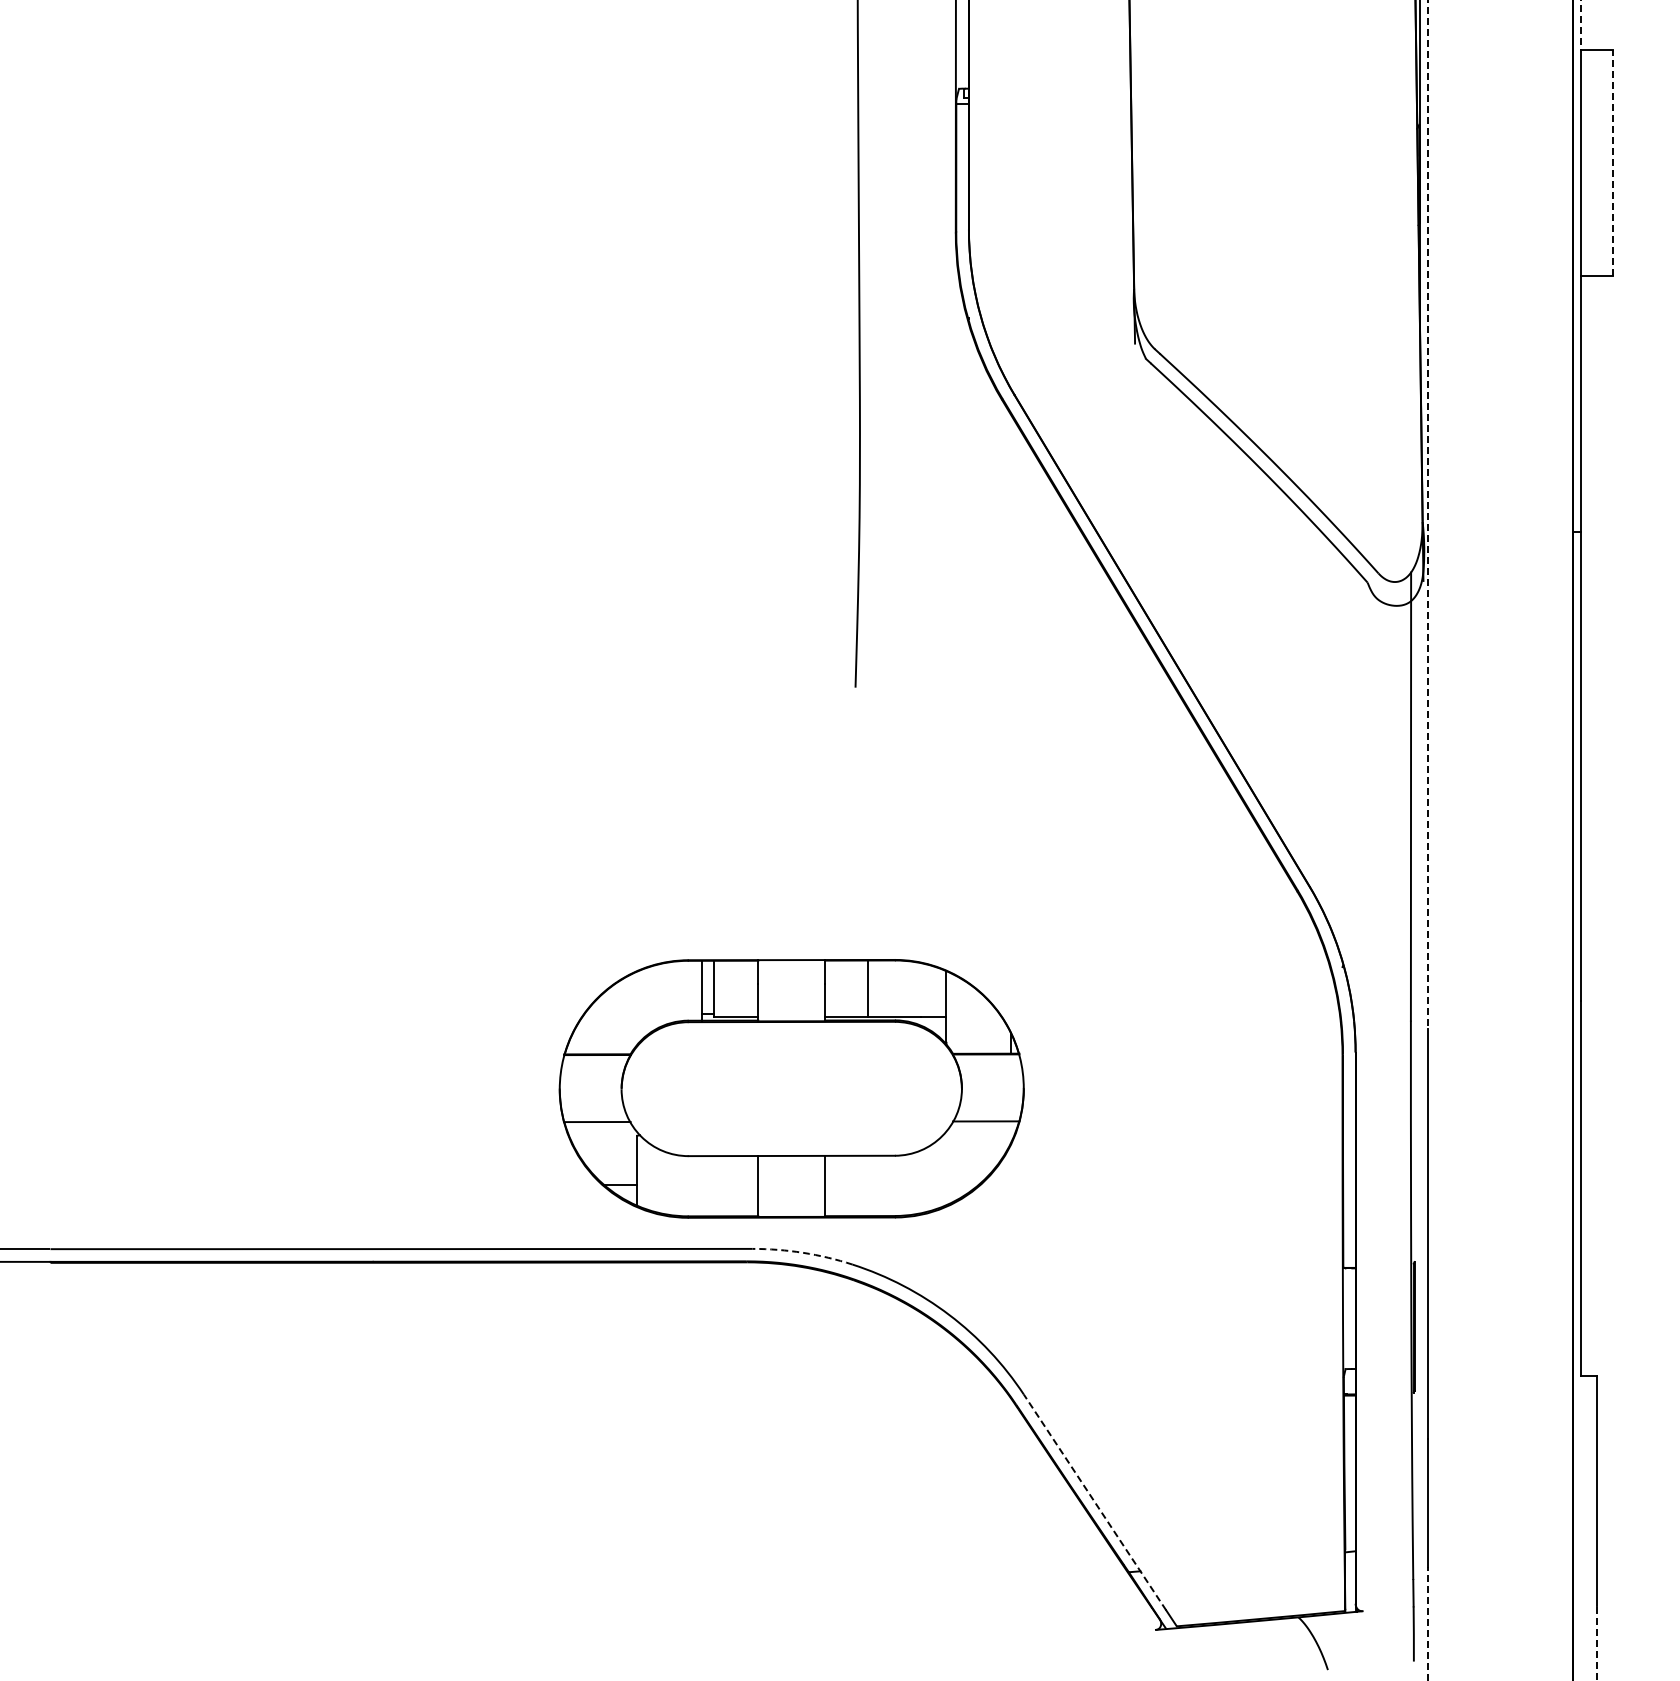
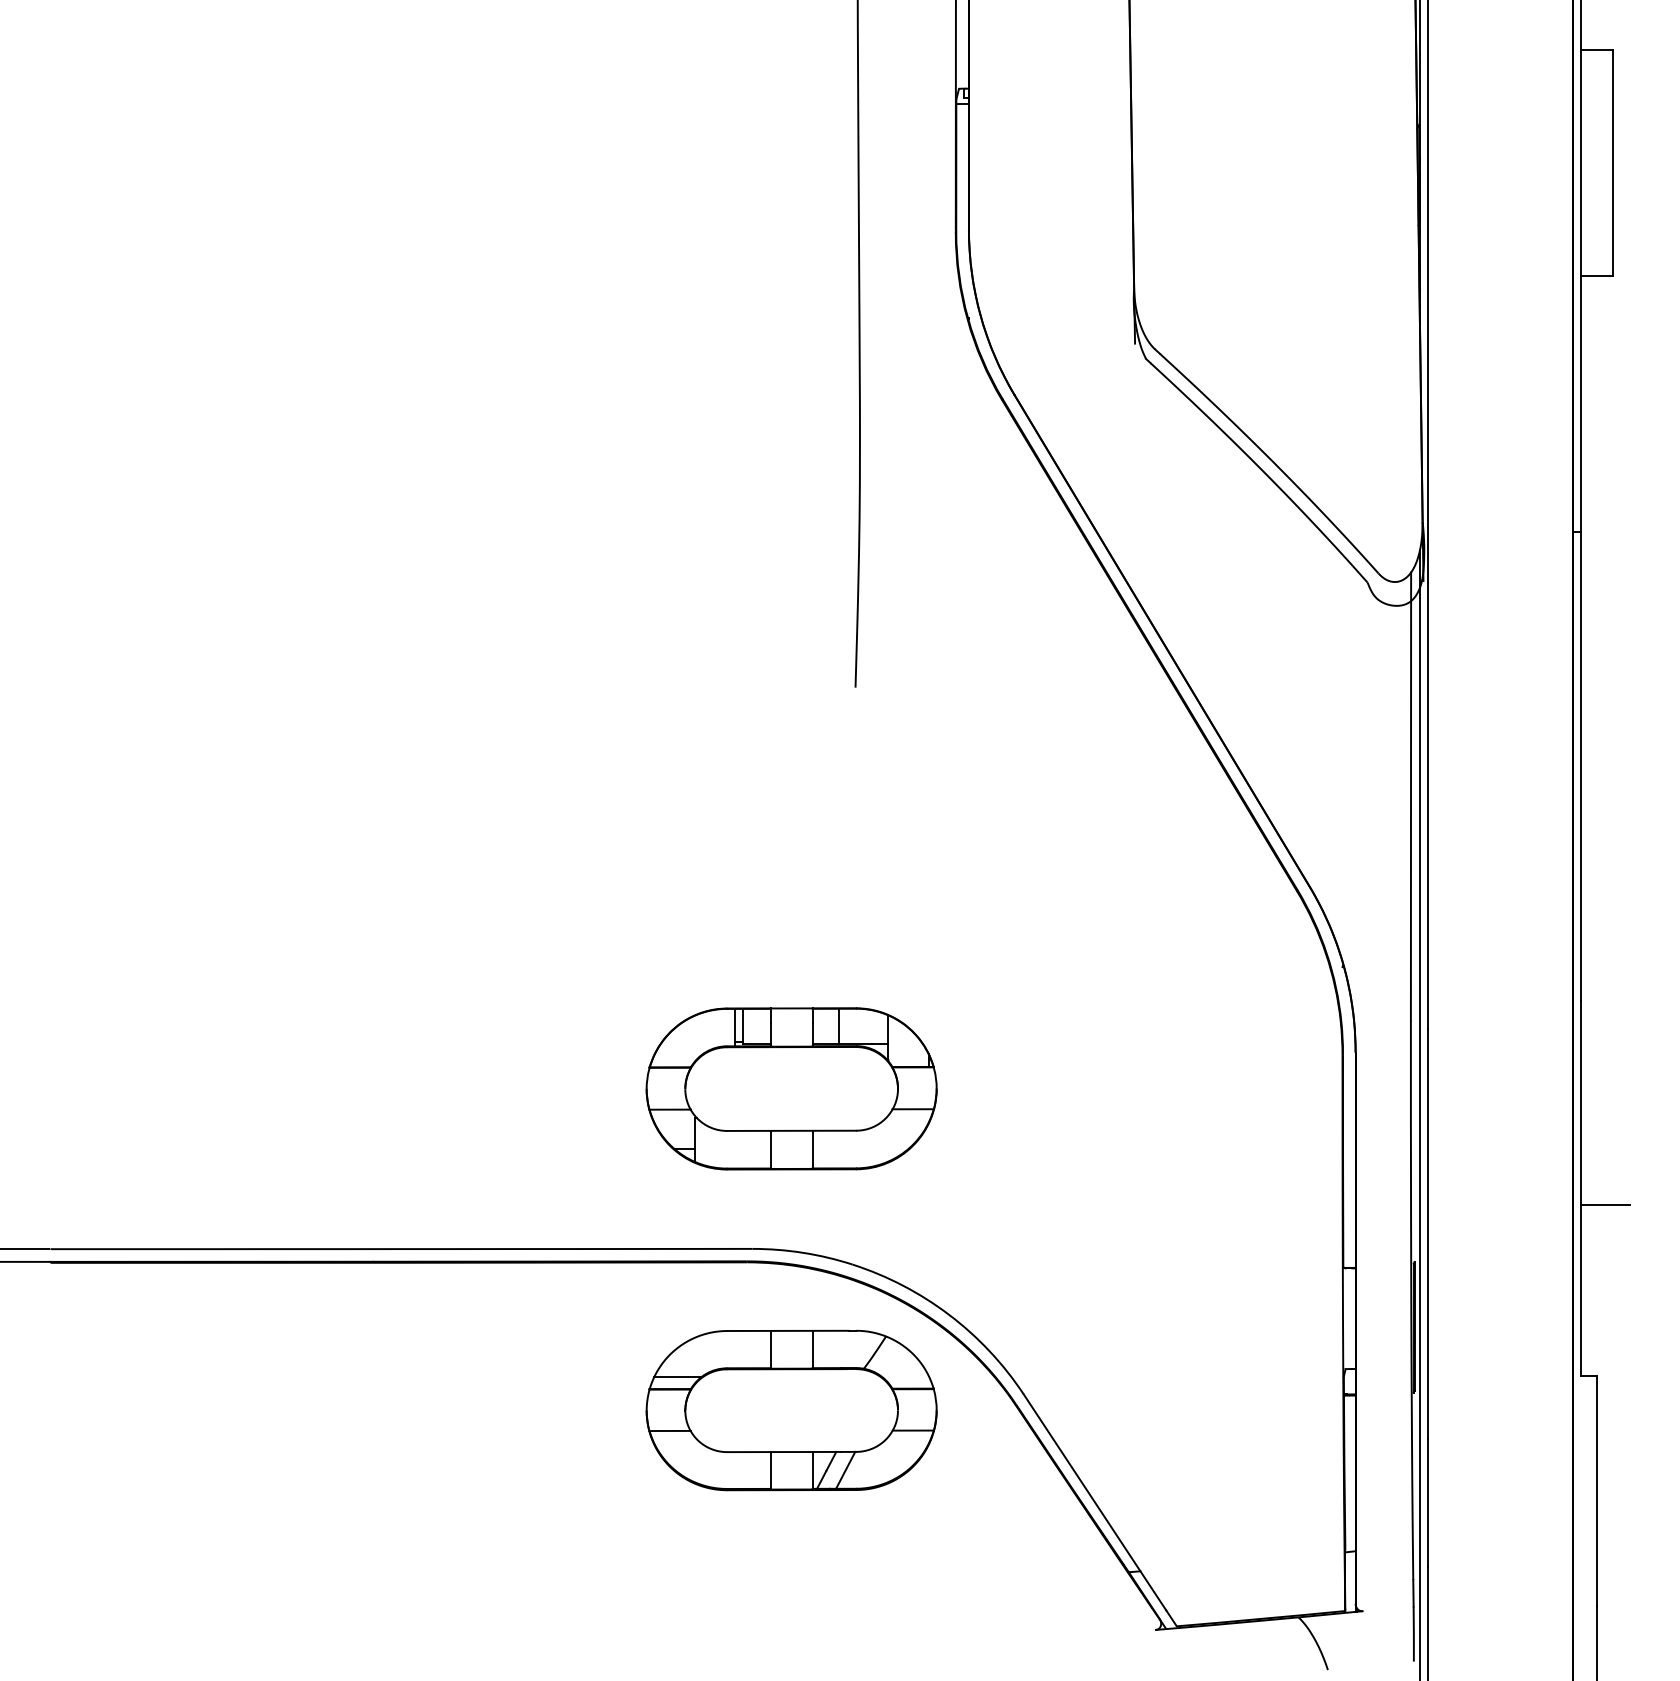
line at (1581, 25): dashed -> solid
line at (1613, 163): dashed -> solid
line at (1428, 514): dashed -> solid
part at (791, 1088) size: 467x260 px -> 293x164 px
line at (1420, 1113): none -> present
line at (1605, 1205): none -> present
arc at (803, 1252): dashed -> solid
part at (791, 1410): none -> present
line at (1094, 1502): dashed -> solid
line at (1428, 1623): dashed -> solid
line at (1597, 1642): dashed -> solid
